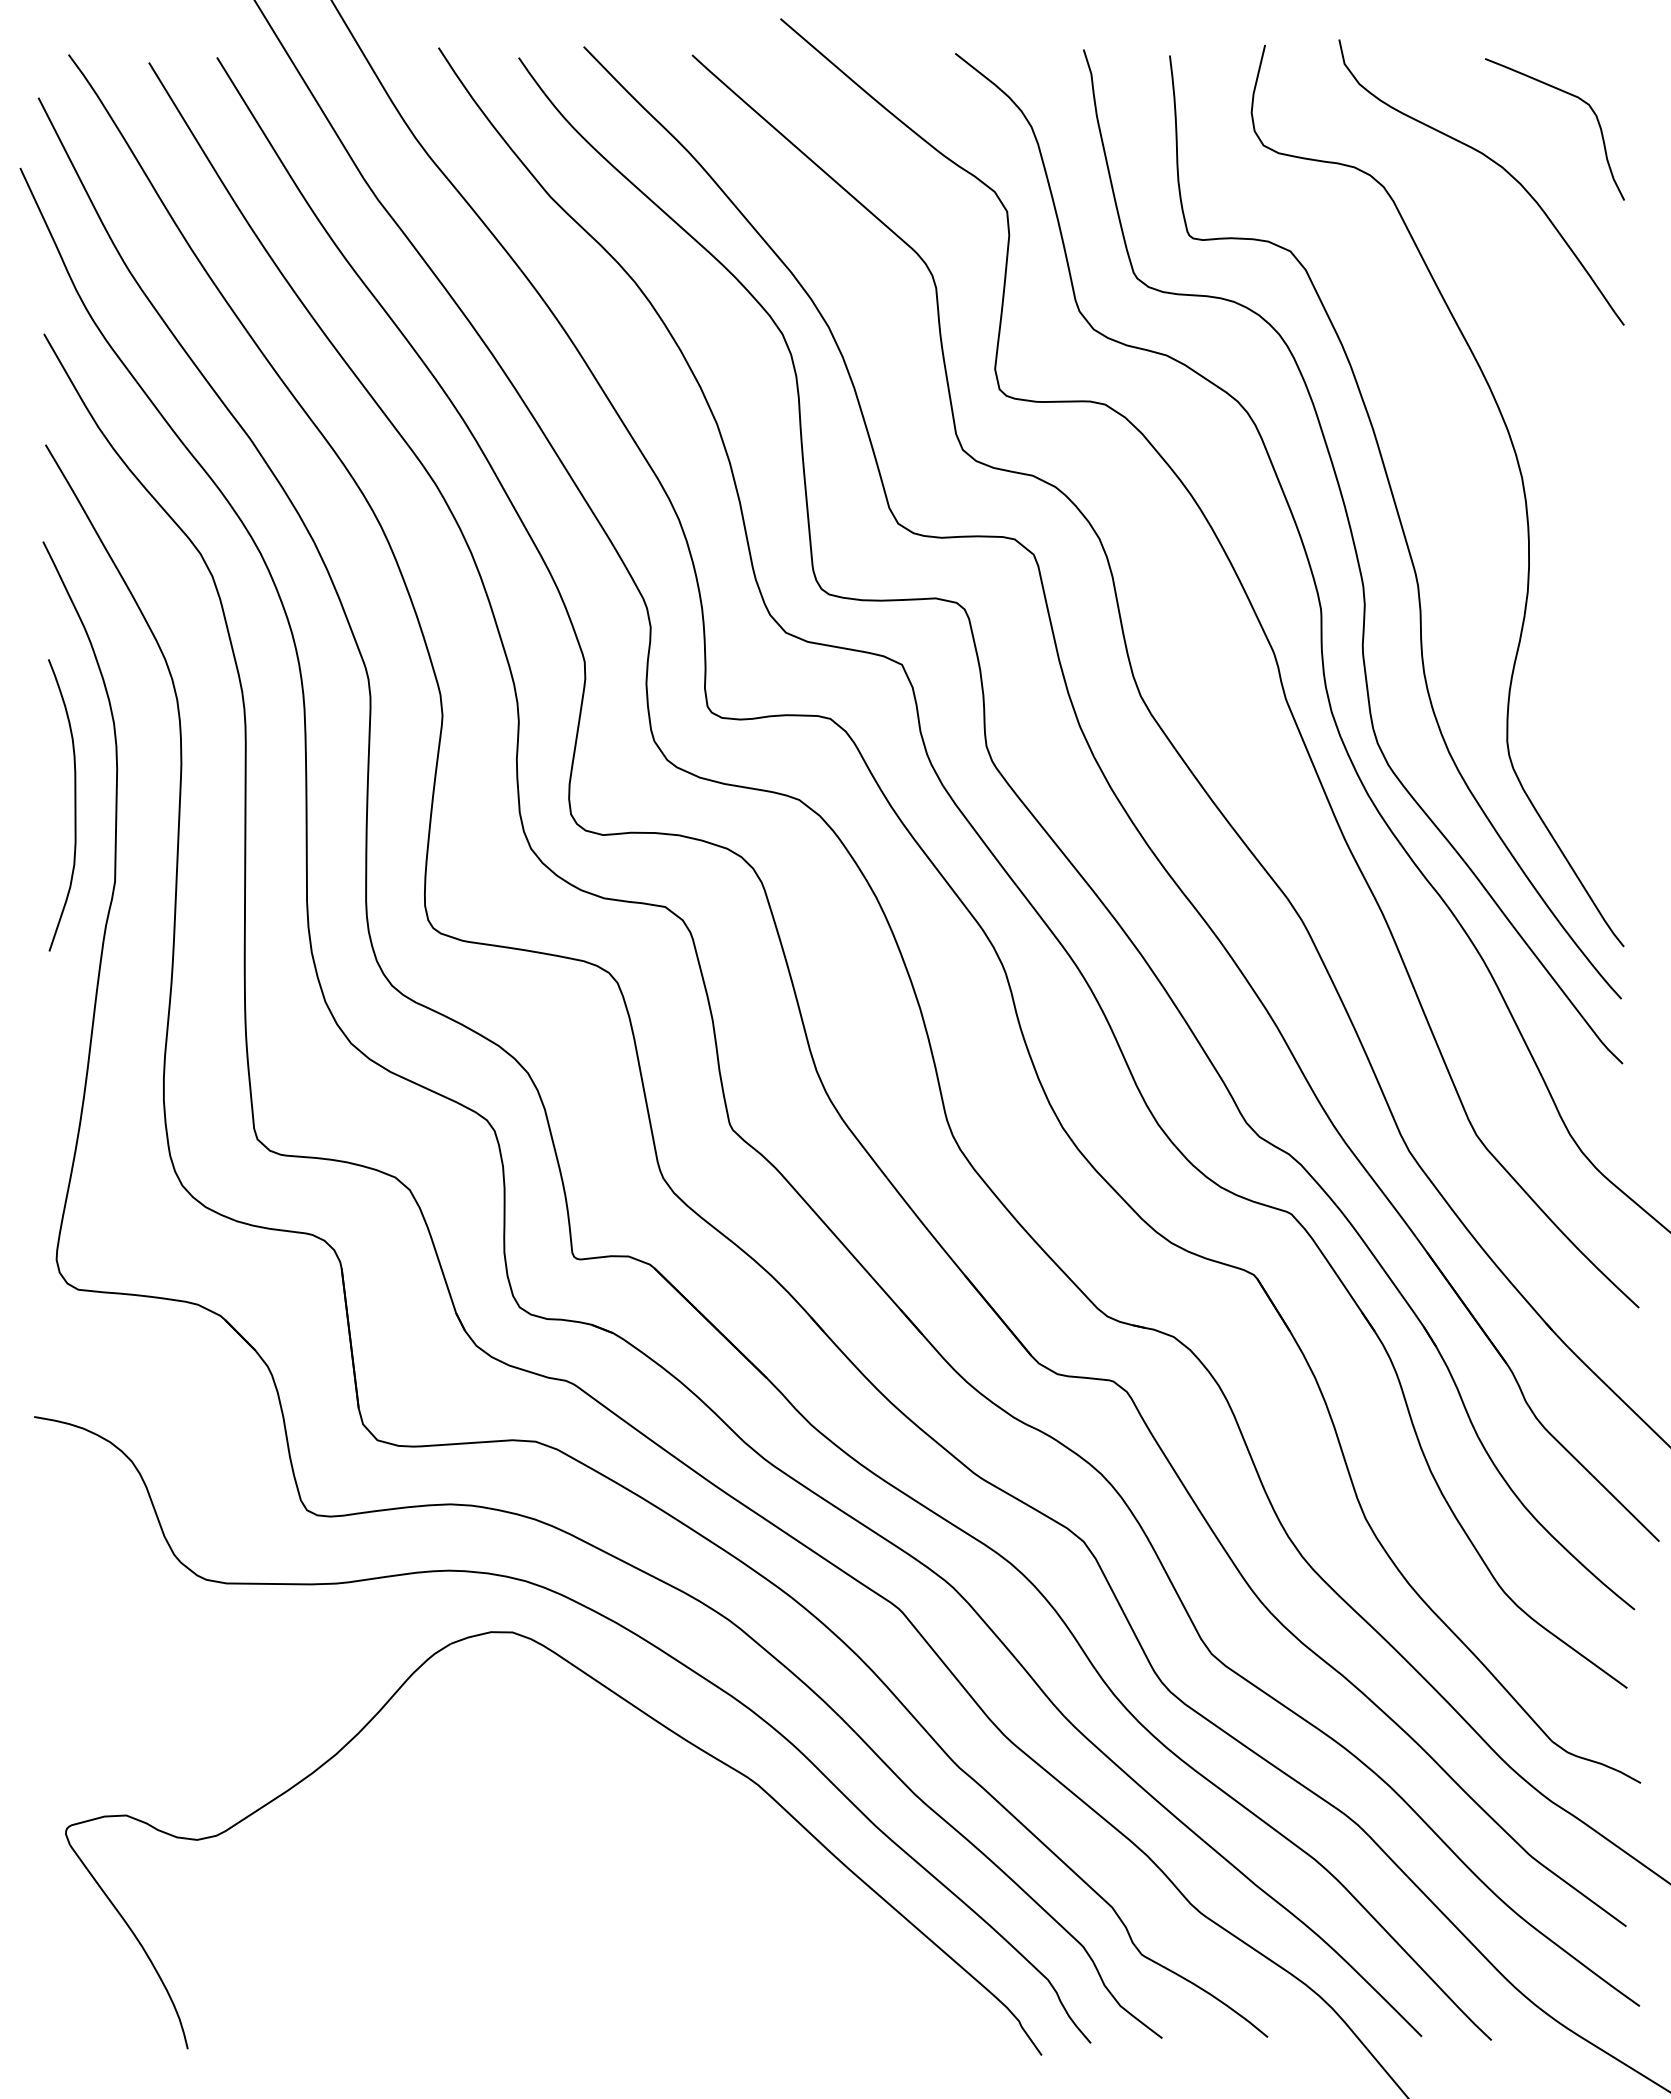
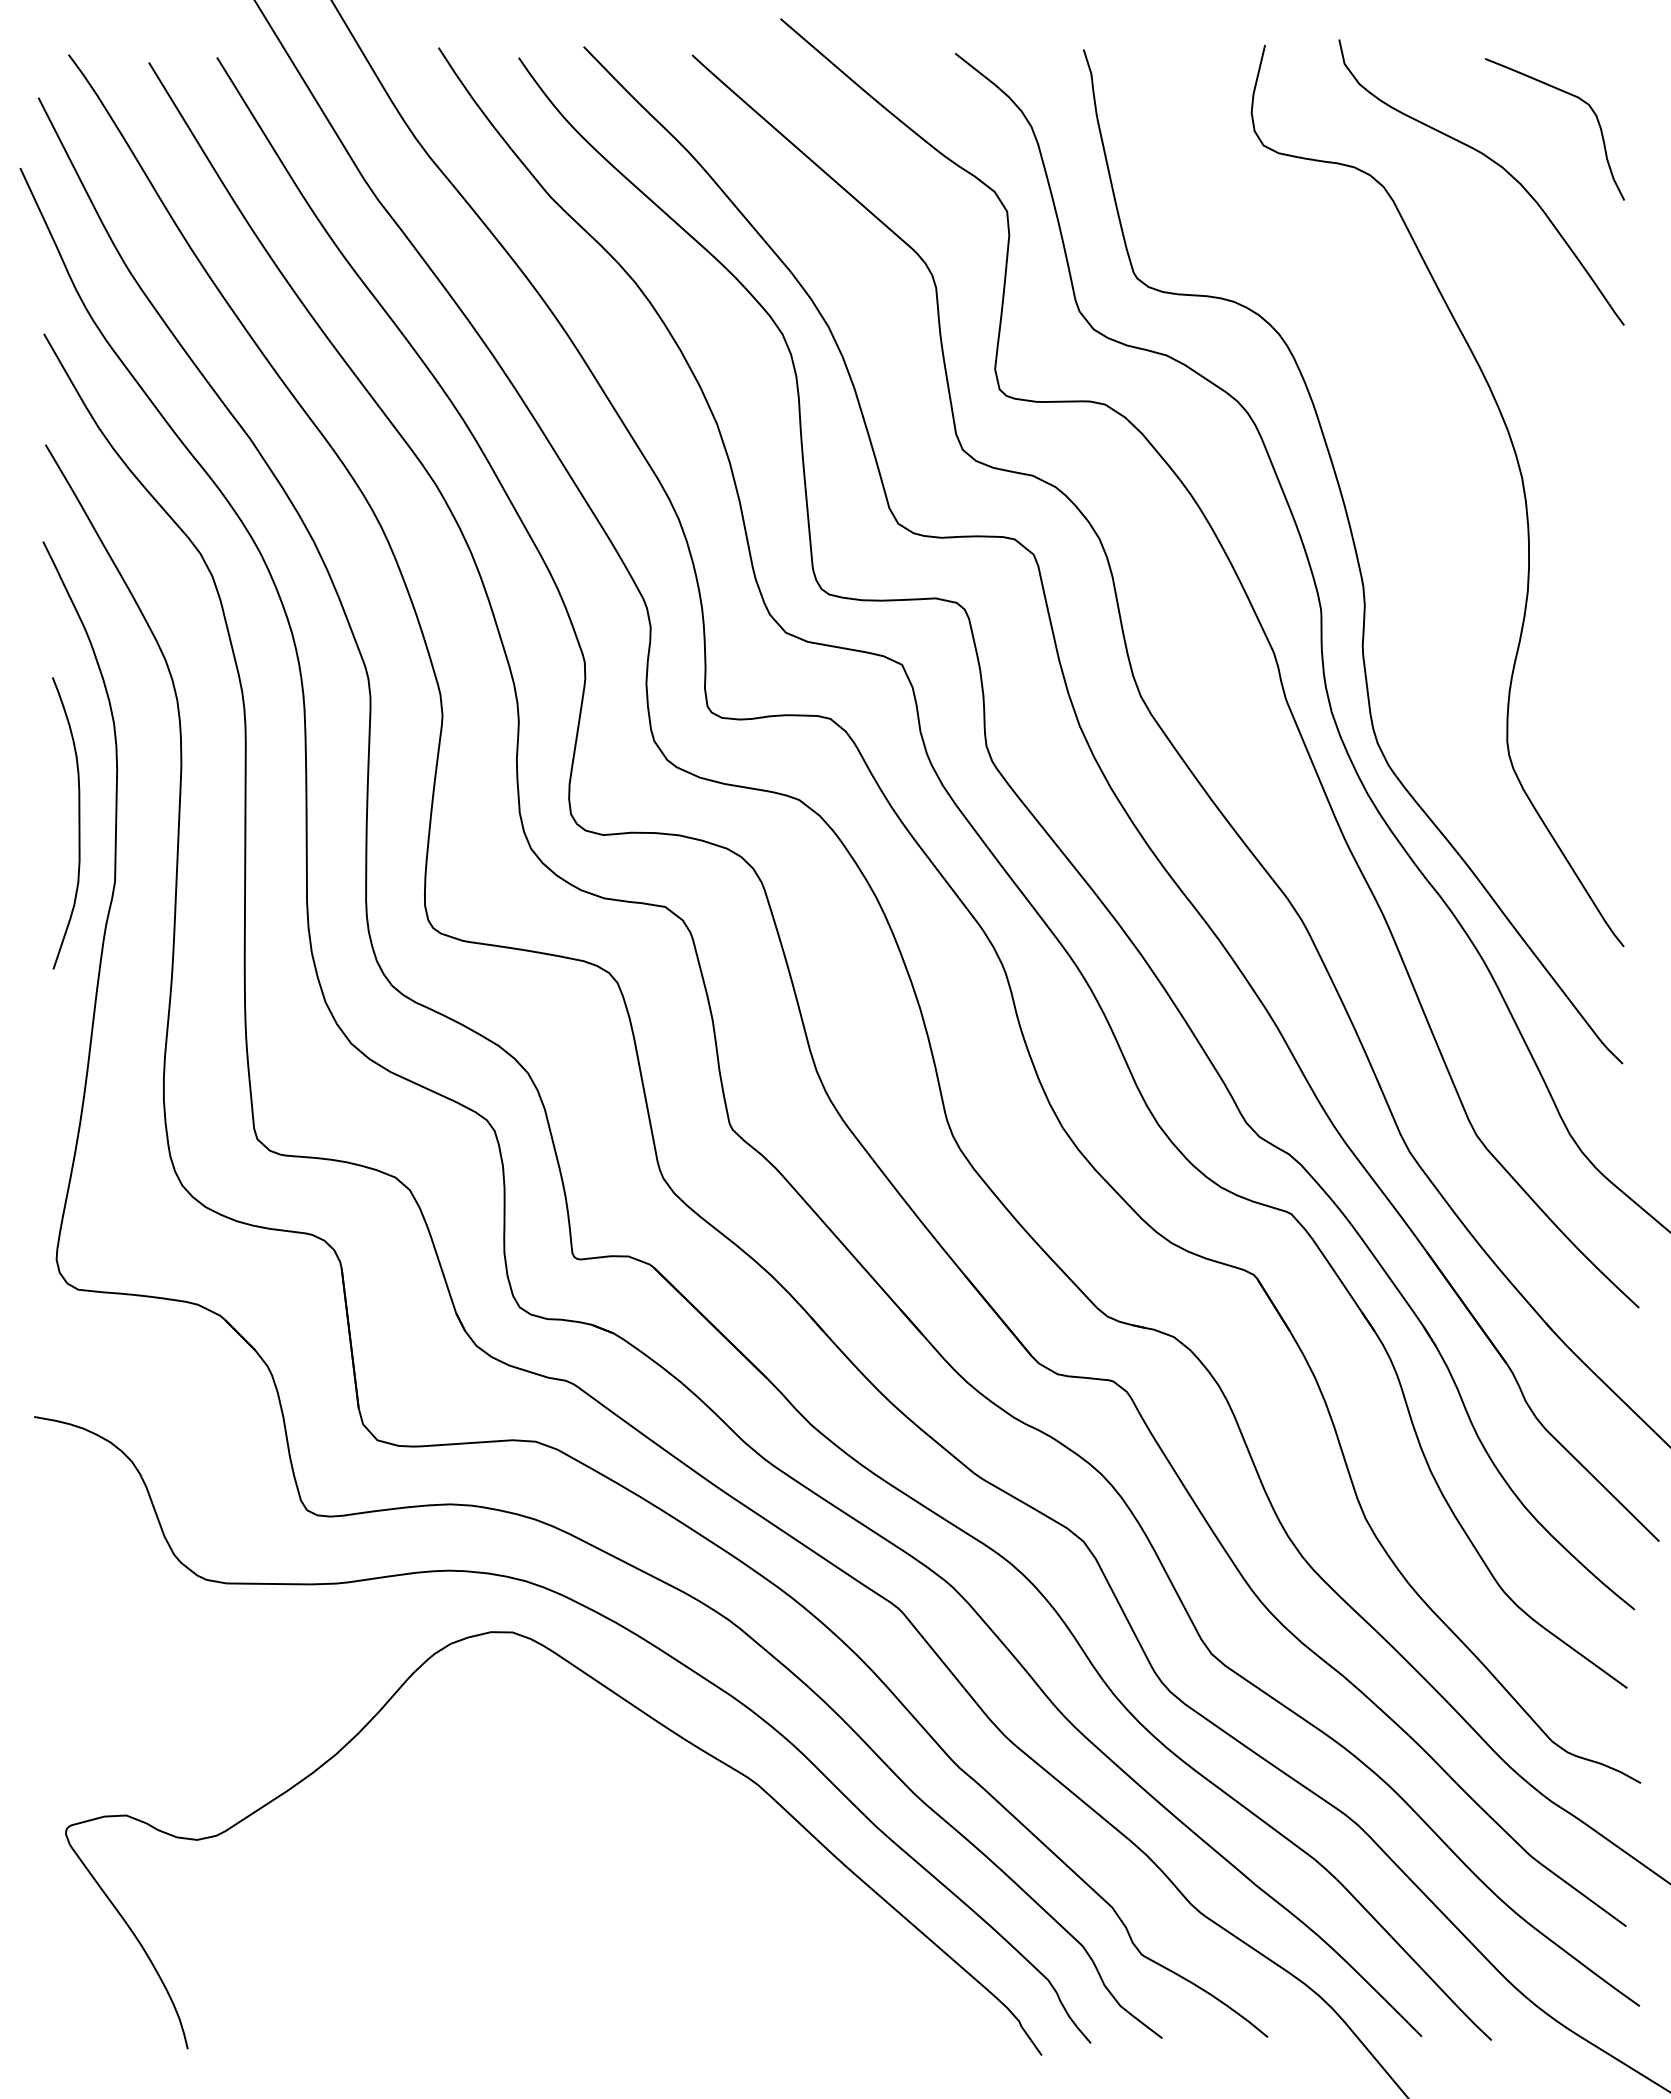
curve at (1400, 526): present -> none
curve at (74, 805) position: (74, 805) -> (78, 823)
